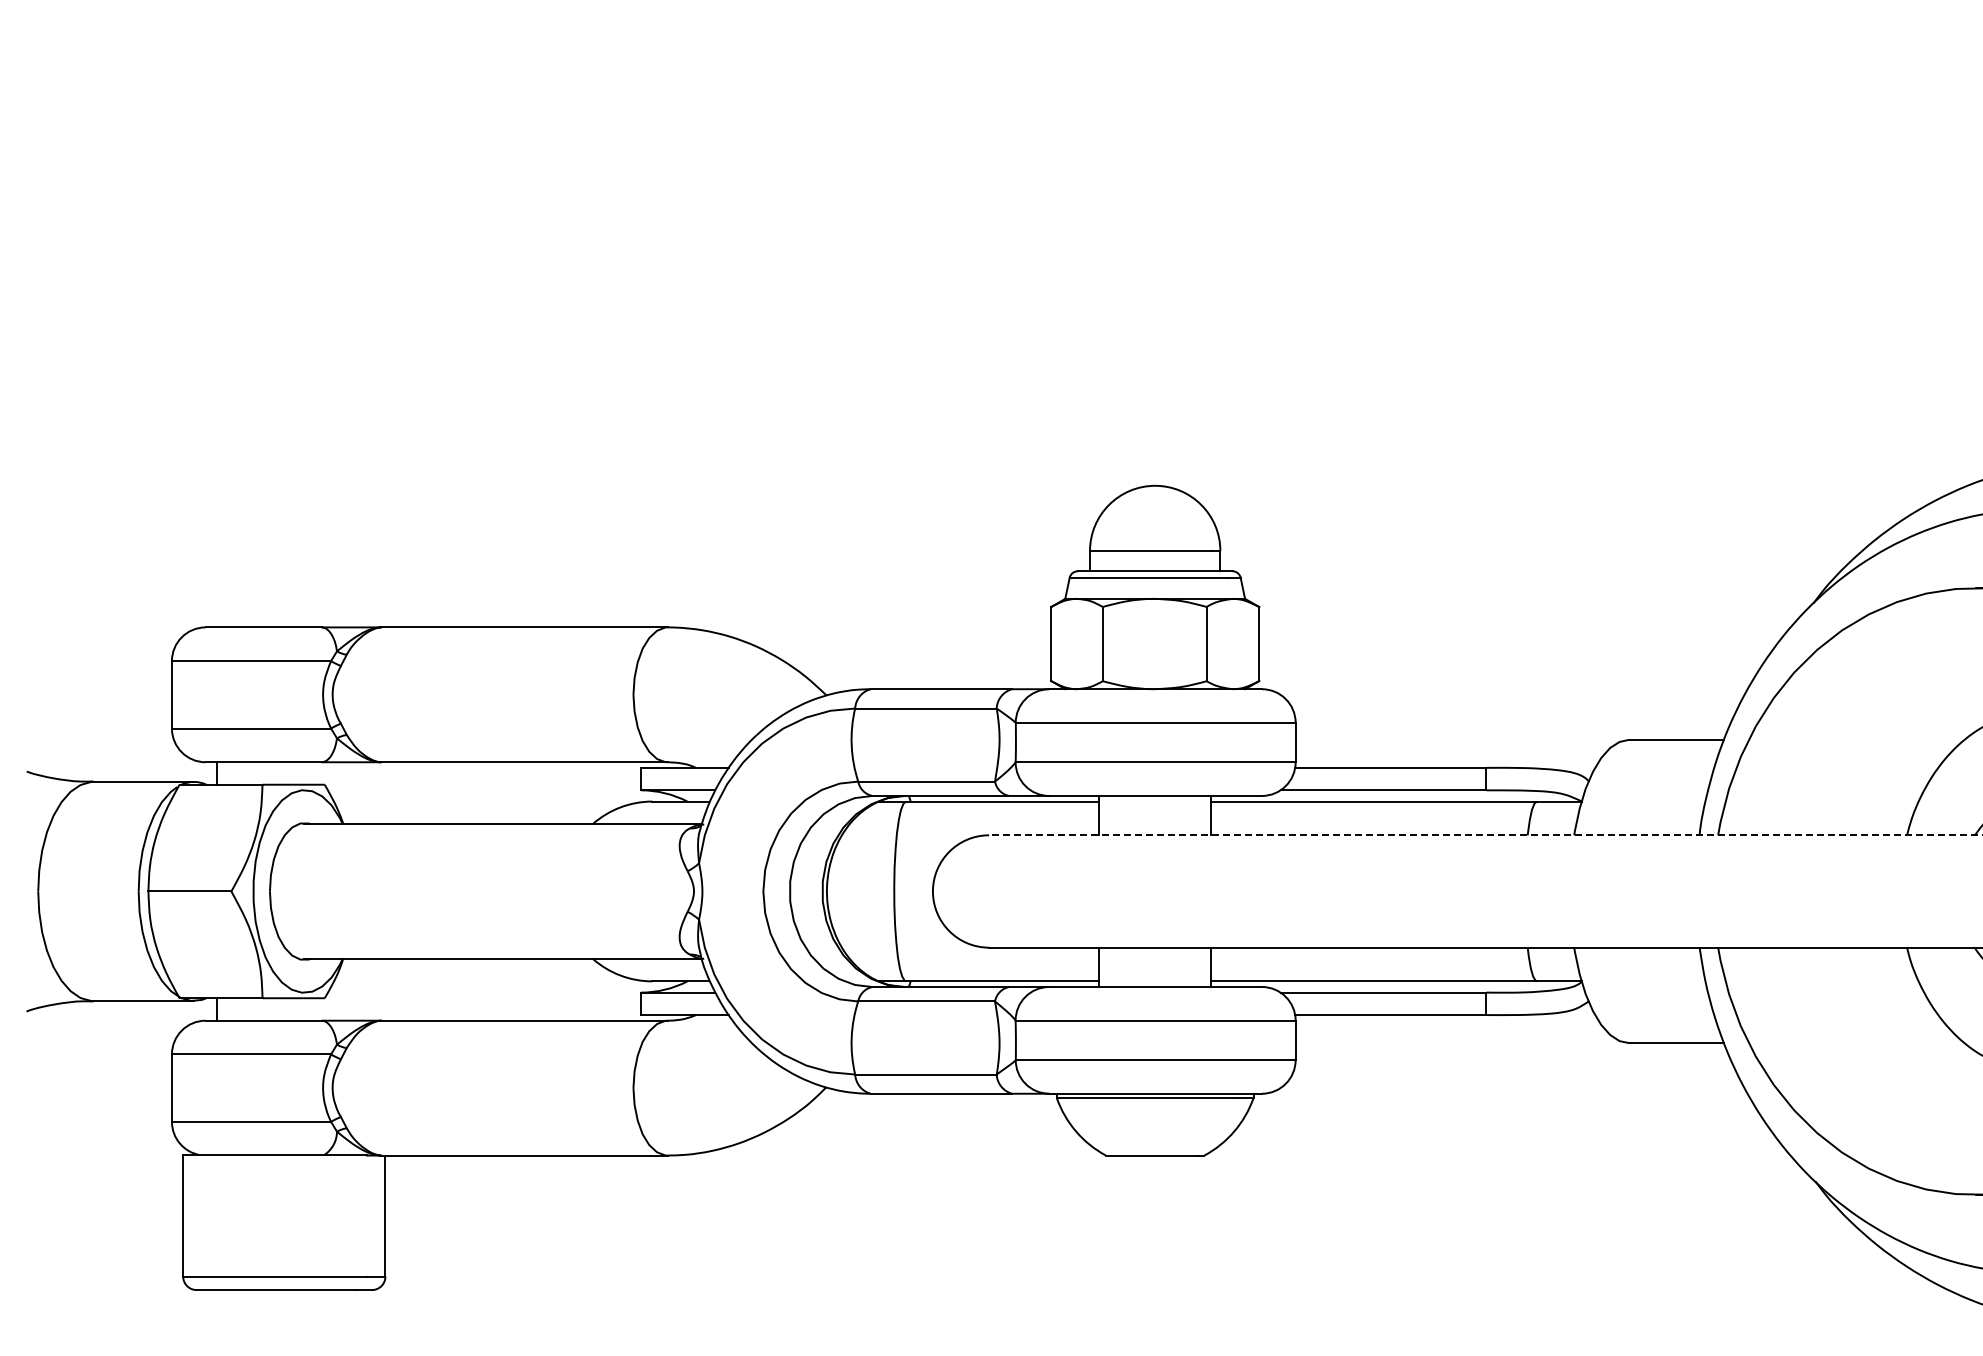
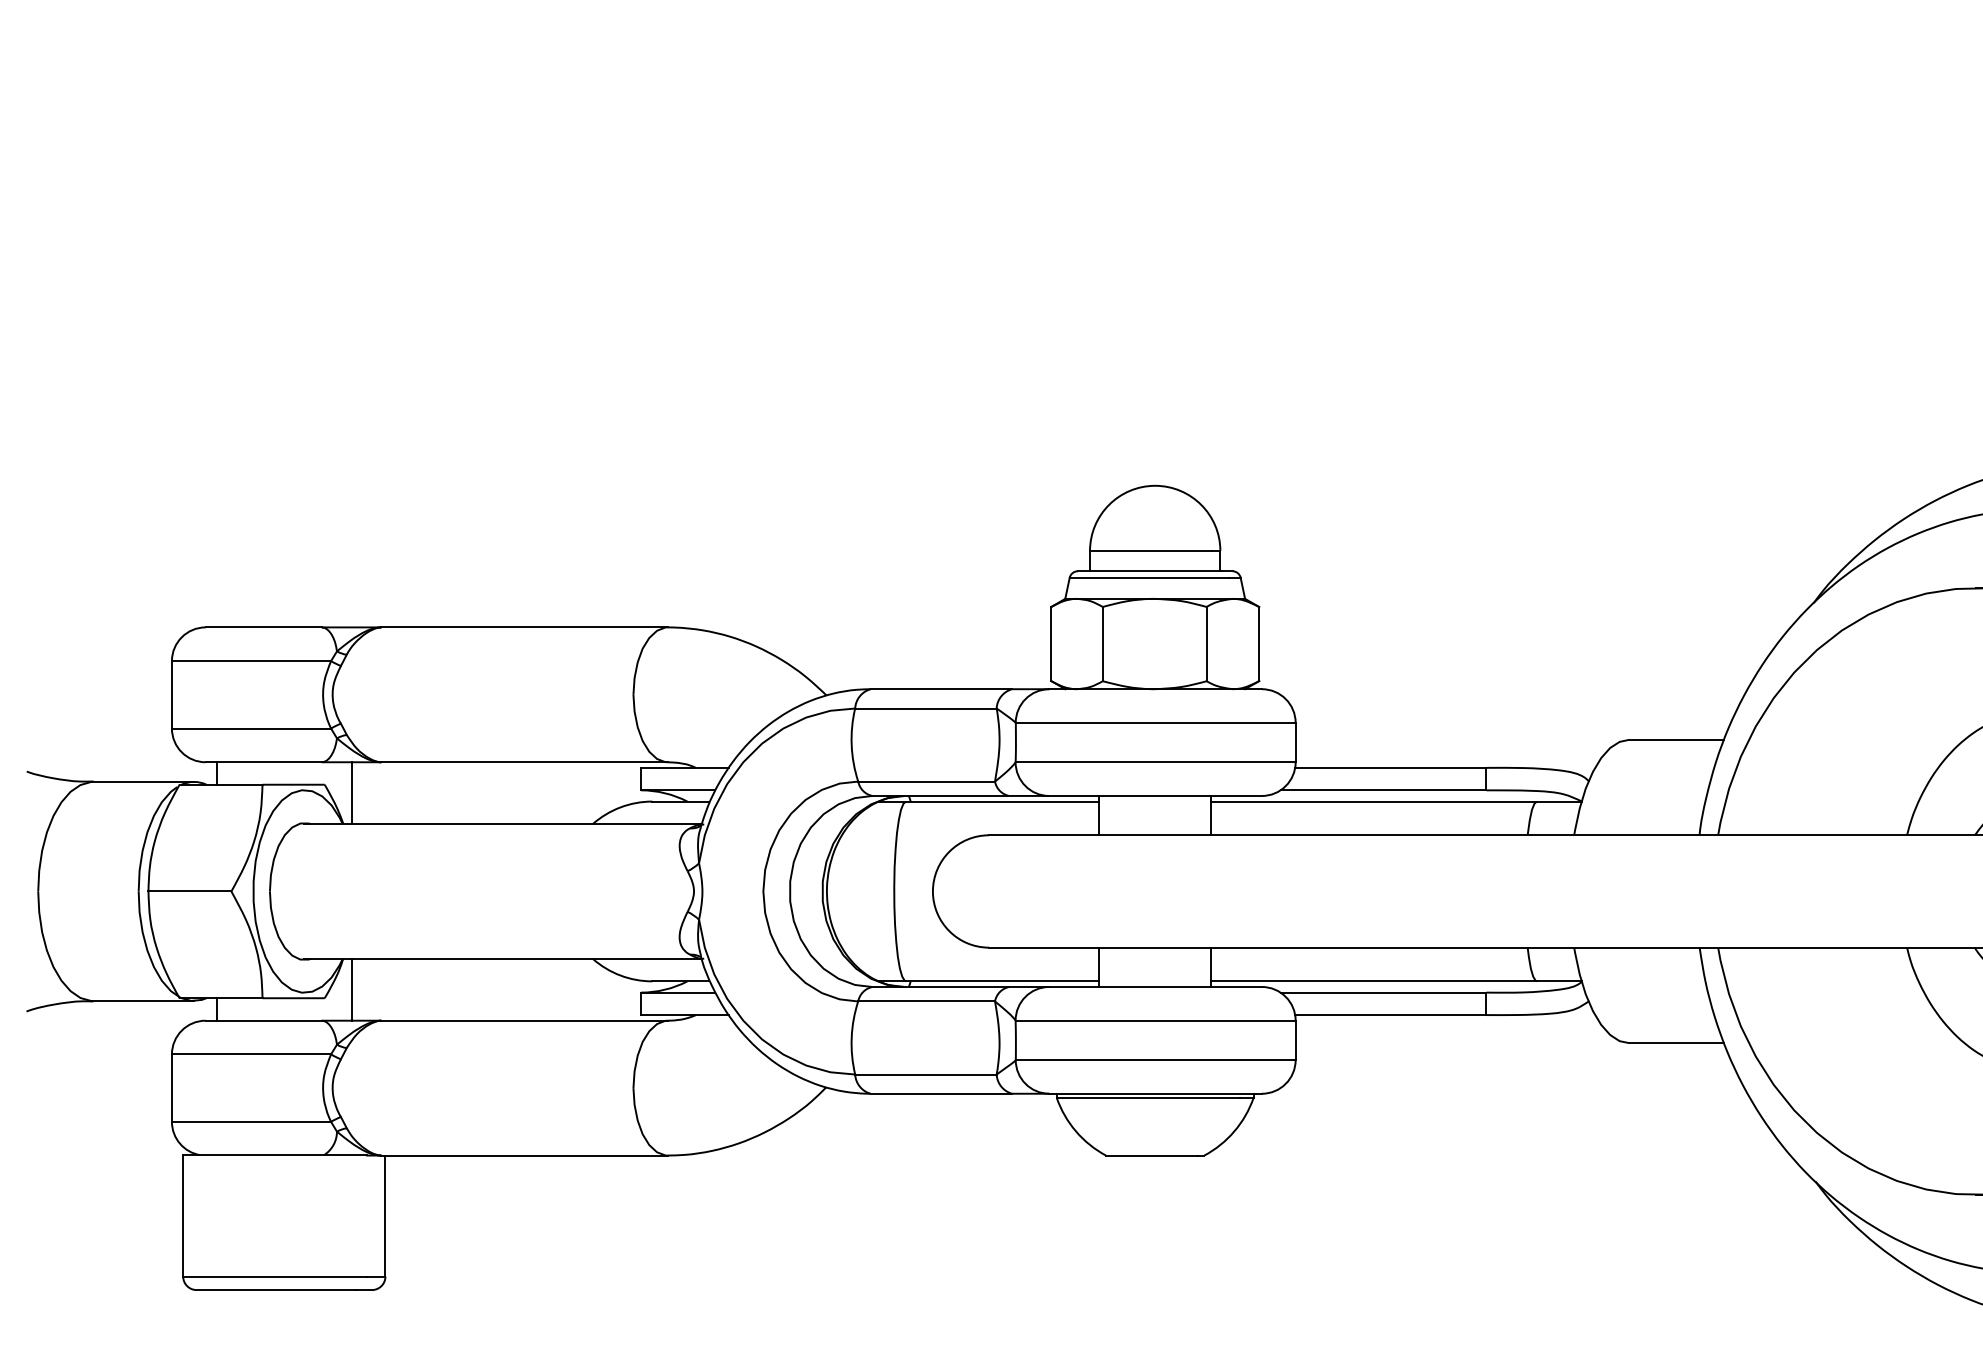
line at (351, 793): none -> present
line at (1485, 835): dashed -> solid
line at (351, 989): none -> present
